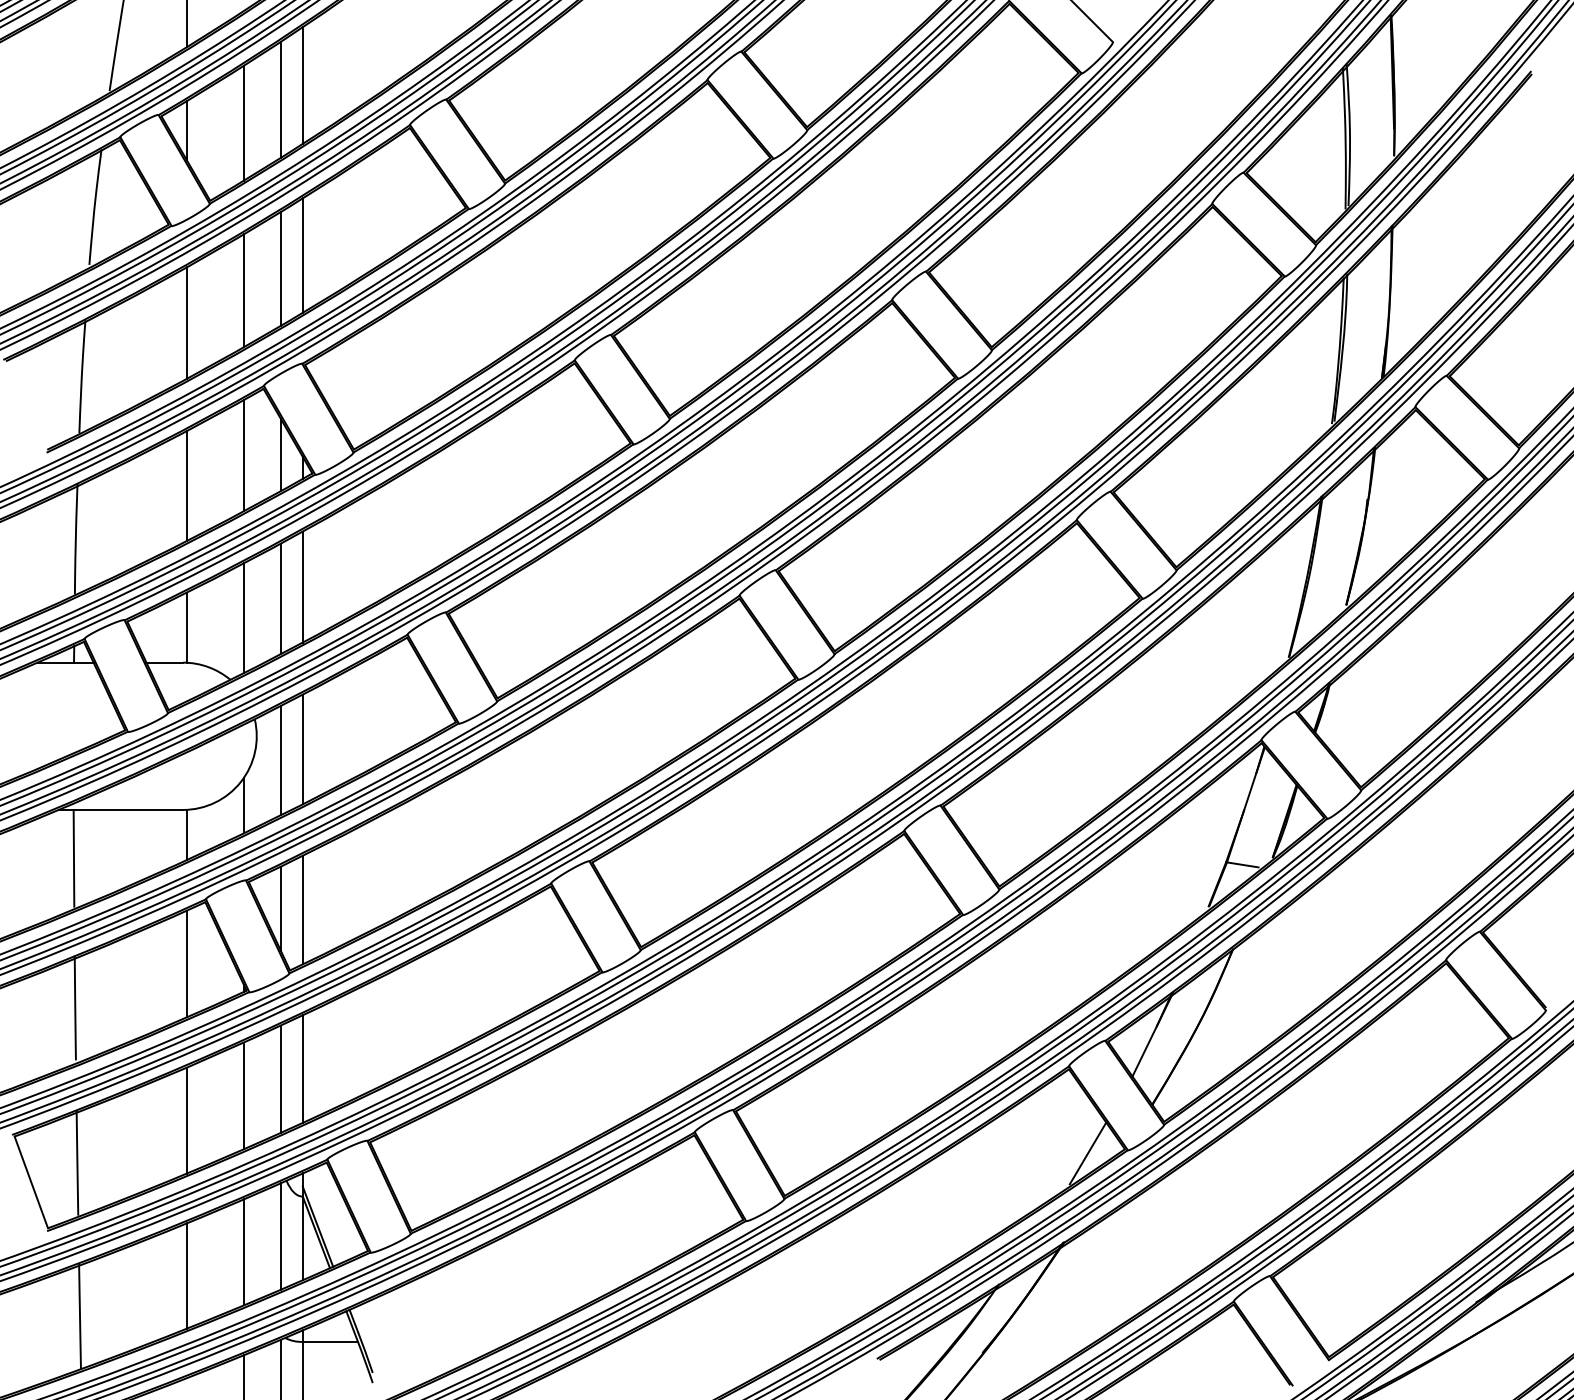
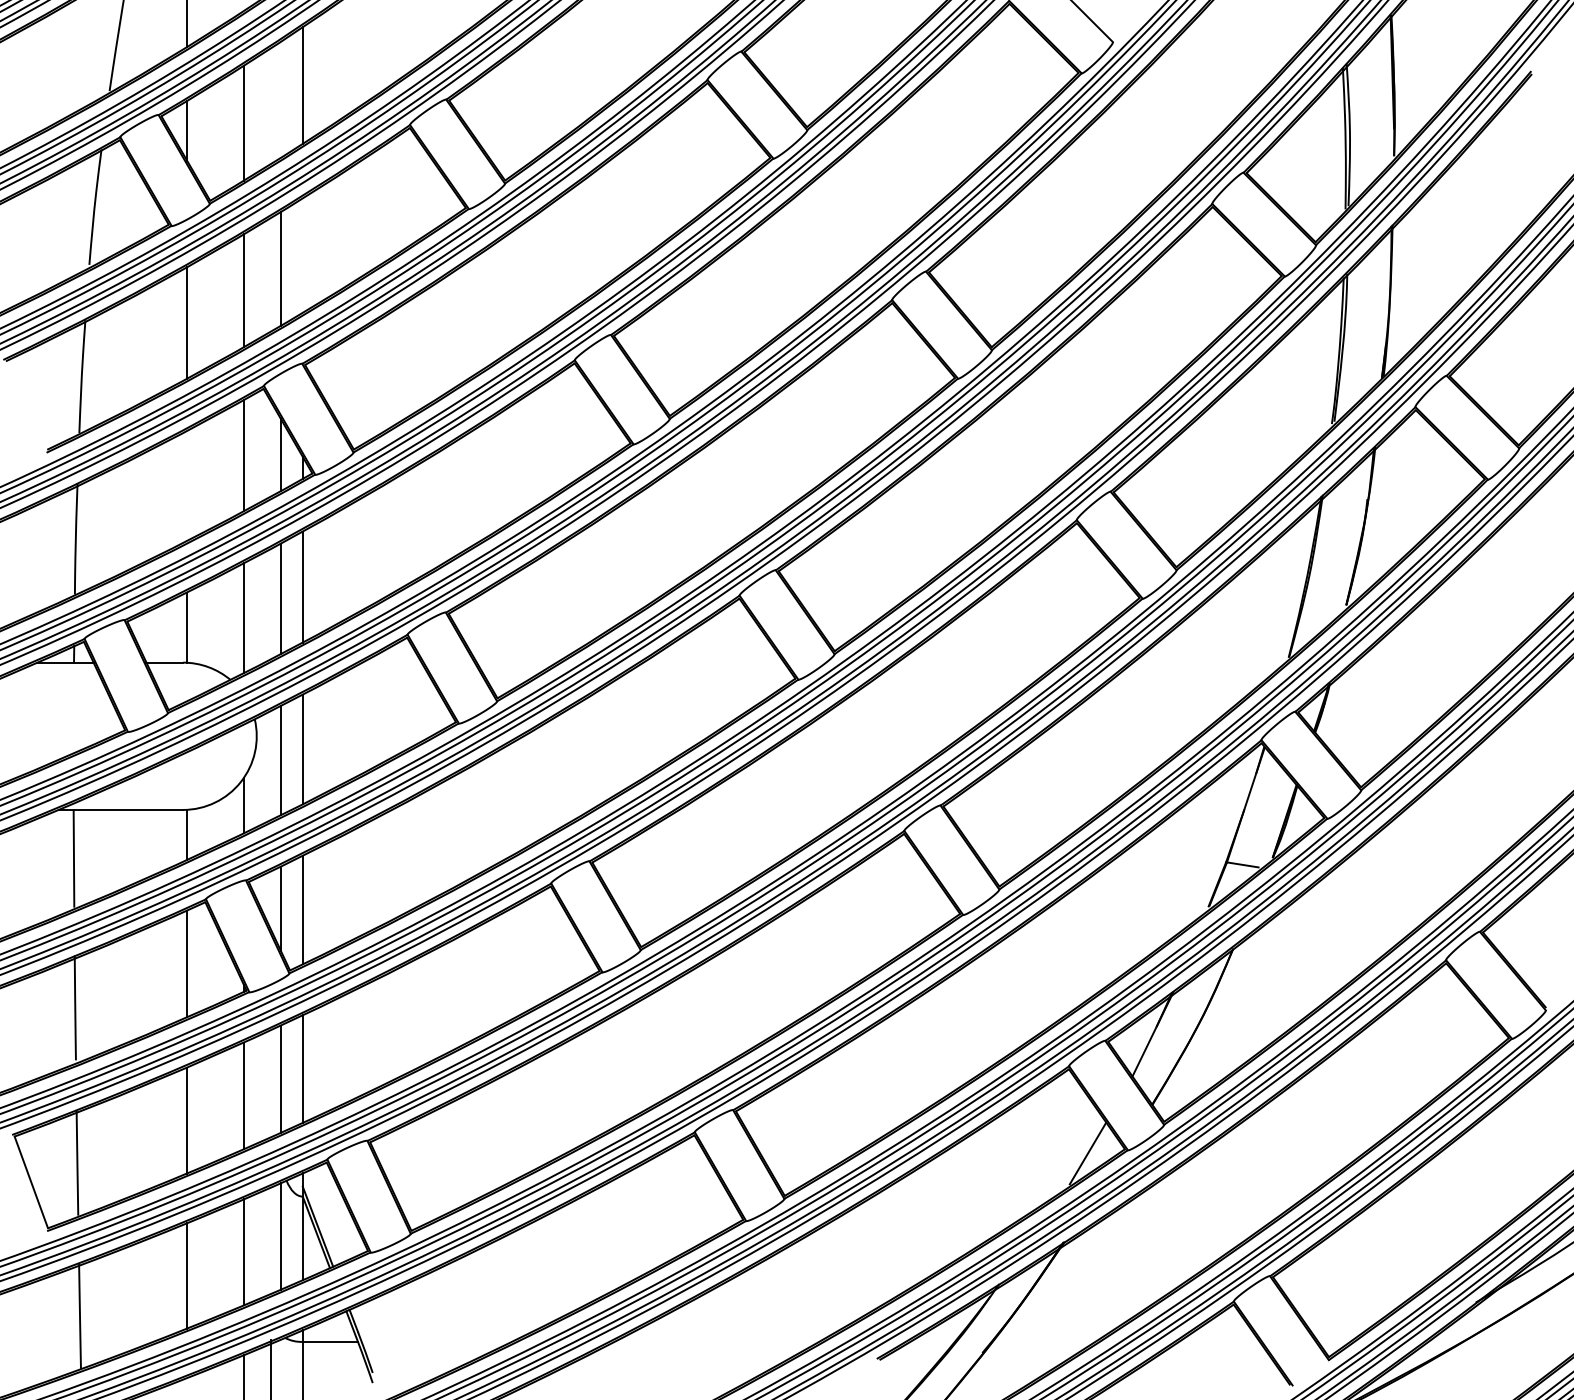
line at (280, 99): present -> none
line at (302, 255): present -> none
line at (187, 485): present -> none
line at (280, 1367) position: (280, 1367) -> (270, 1367)
